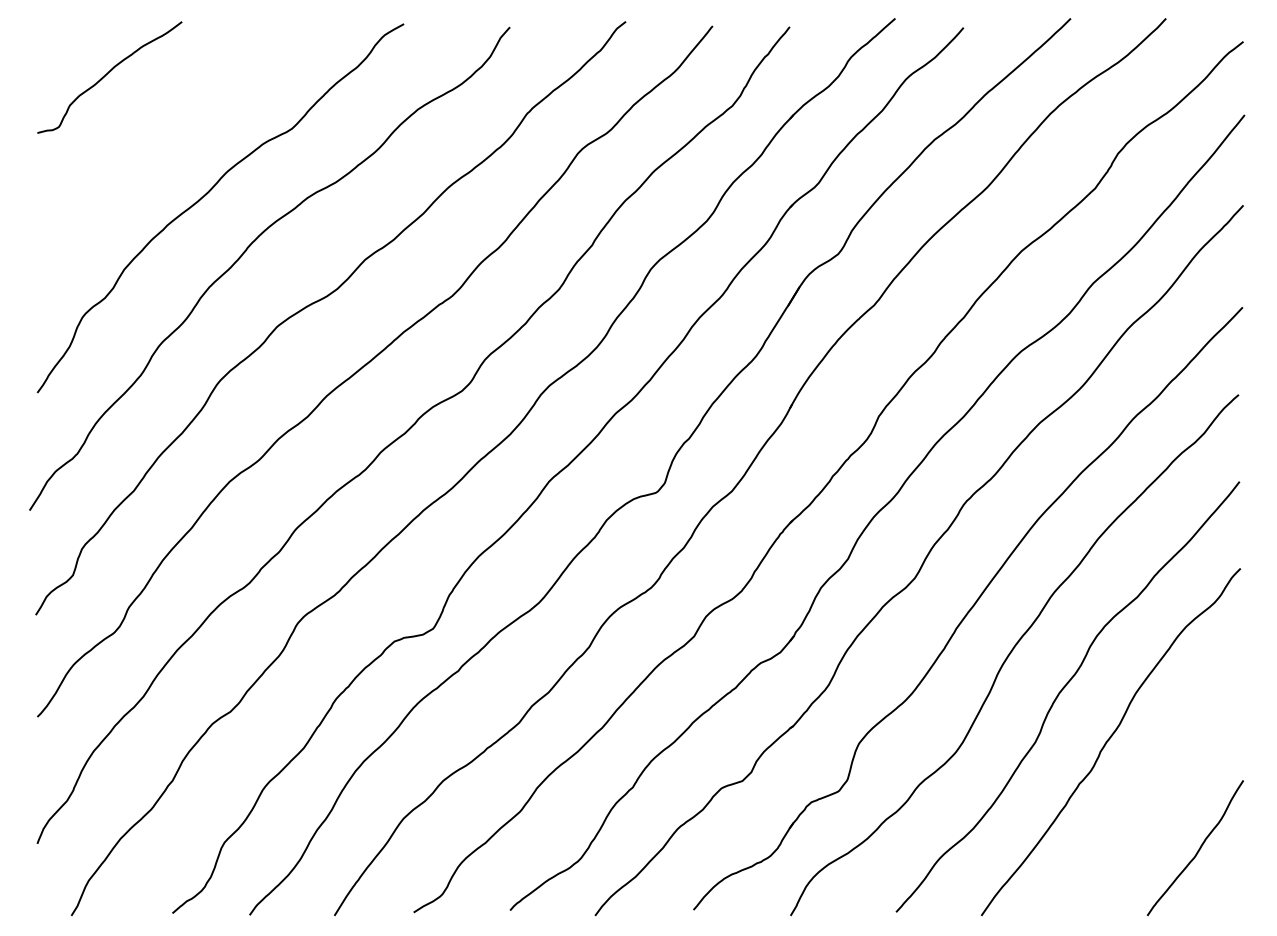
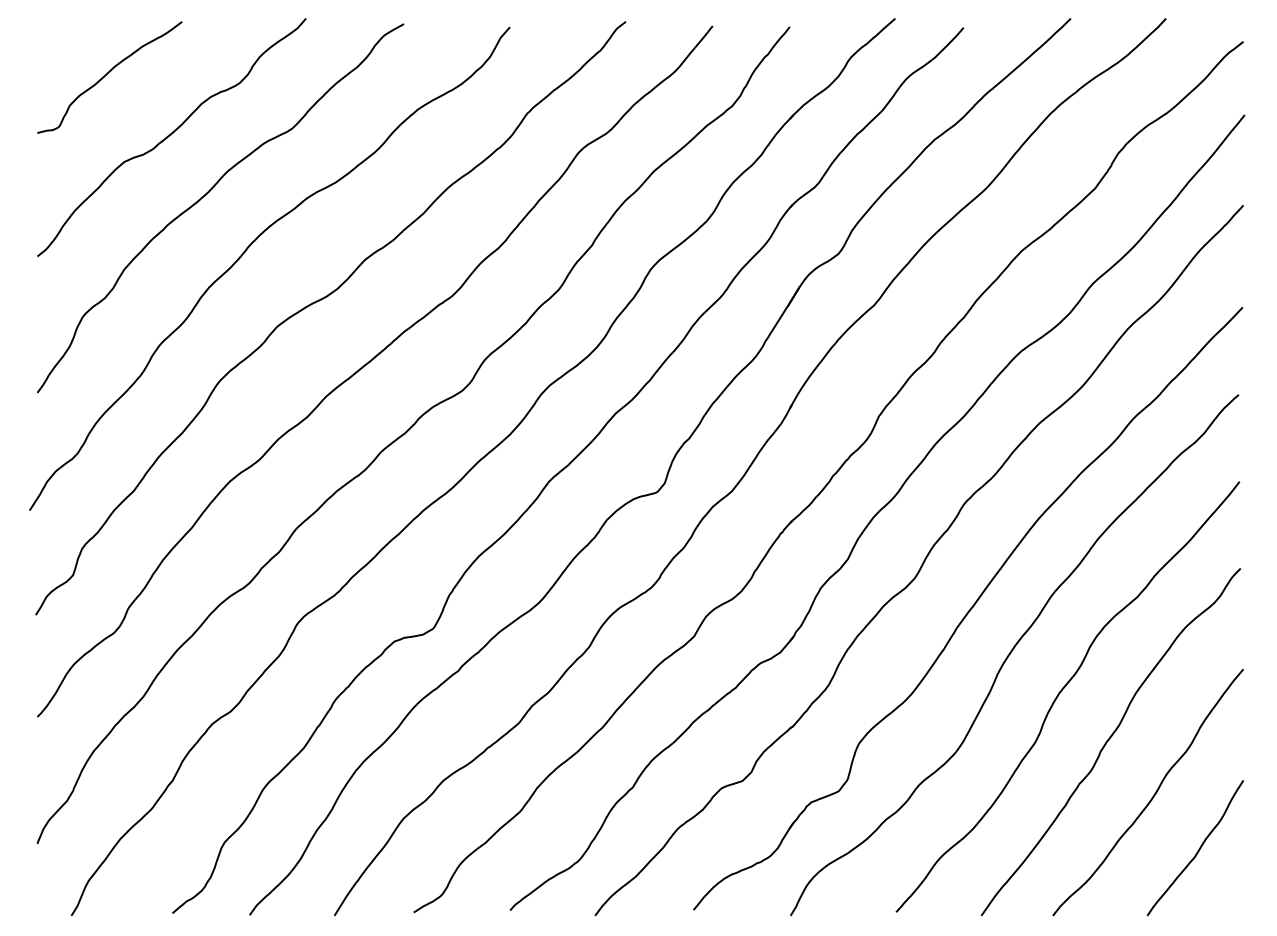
curve at (171, 135): none -> present
curve at (1153, 794): none -> present
